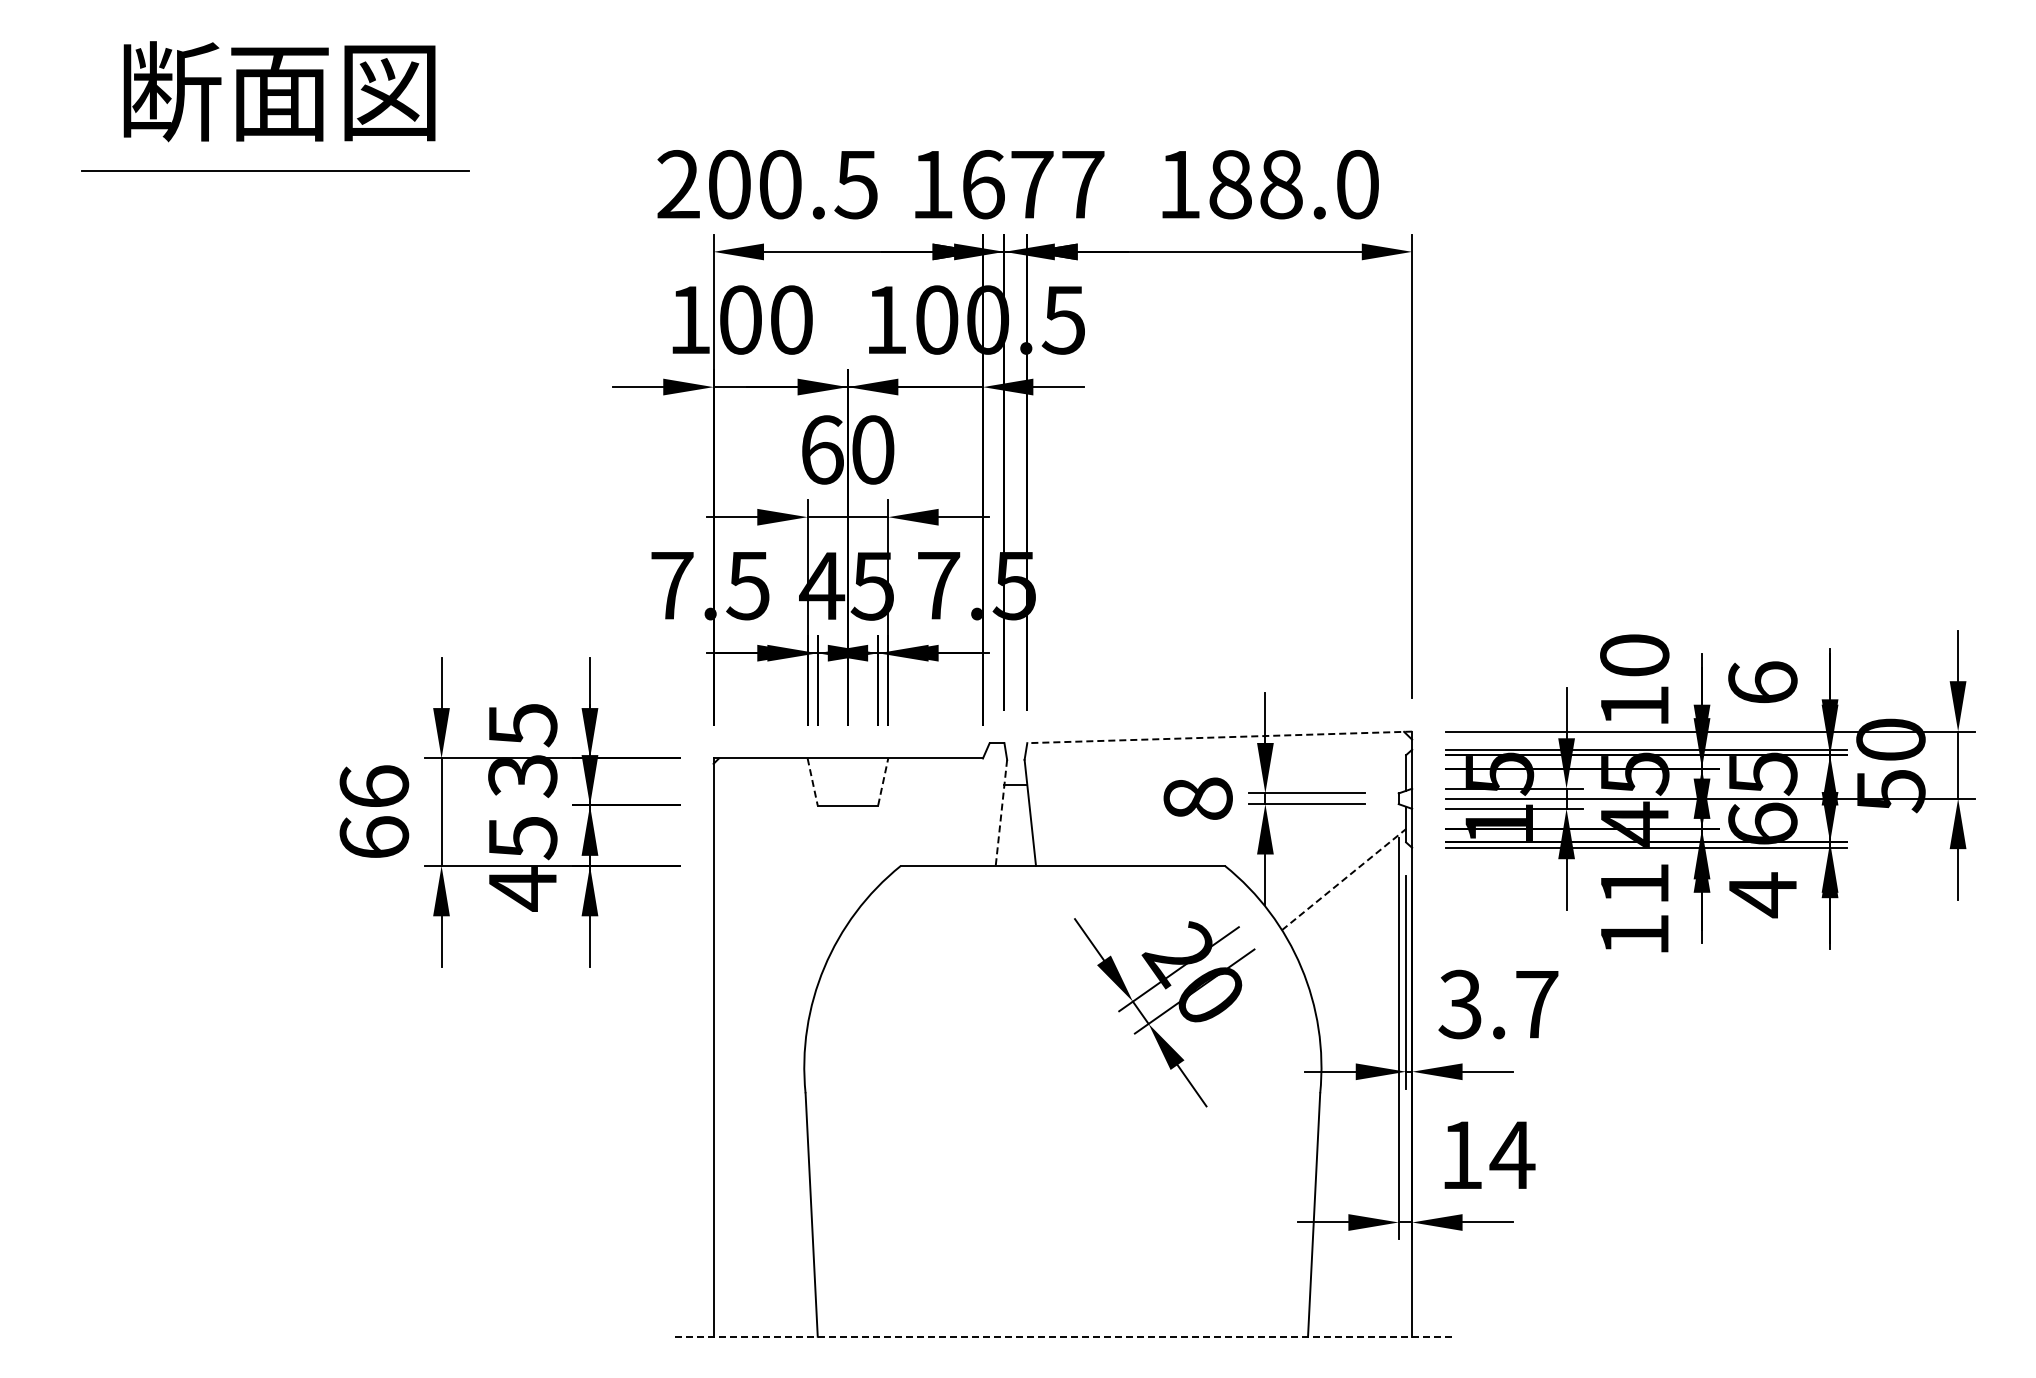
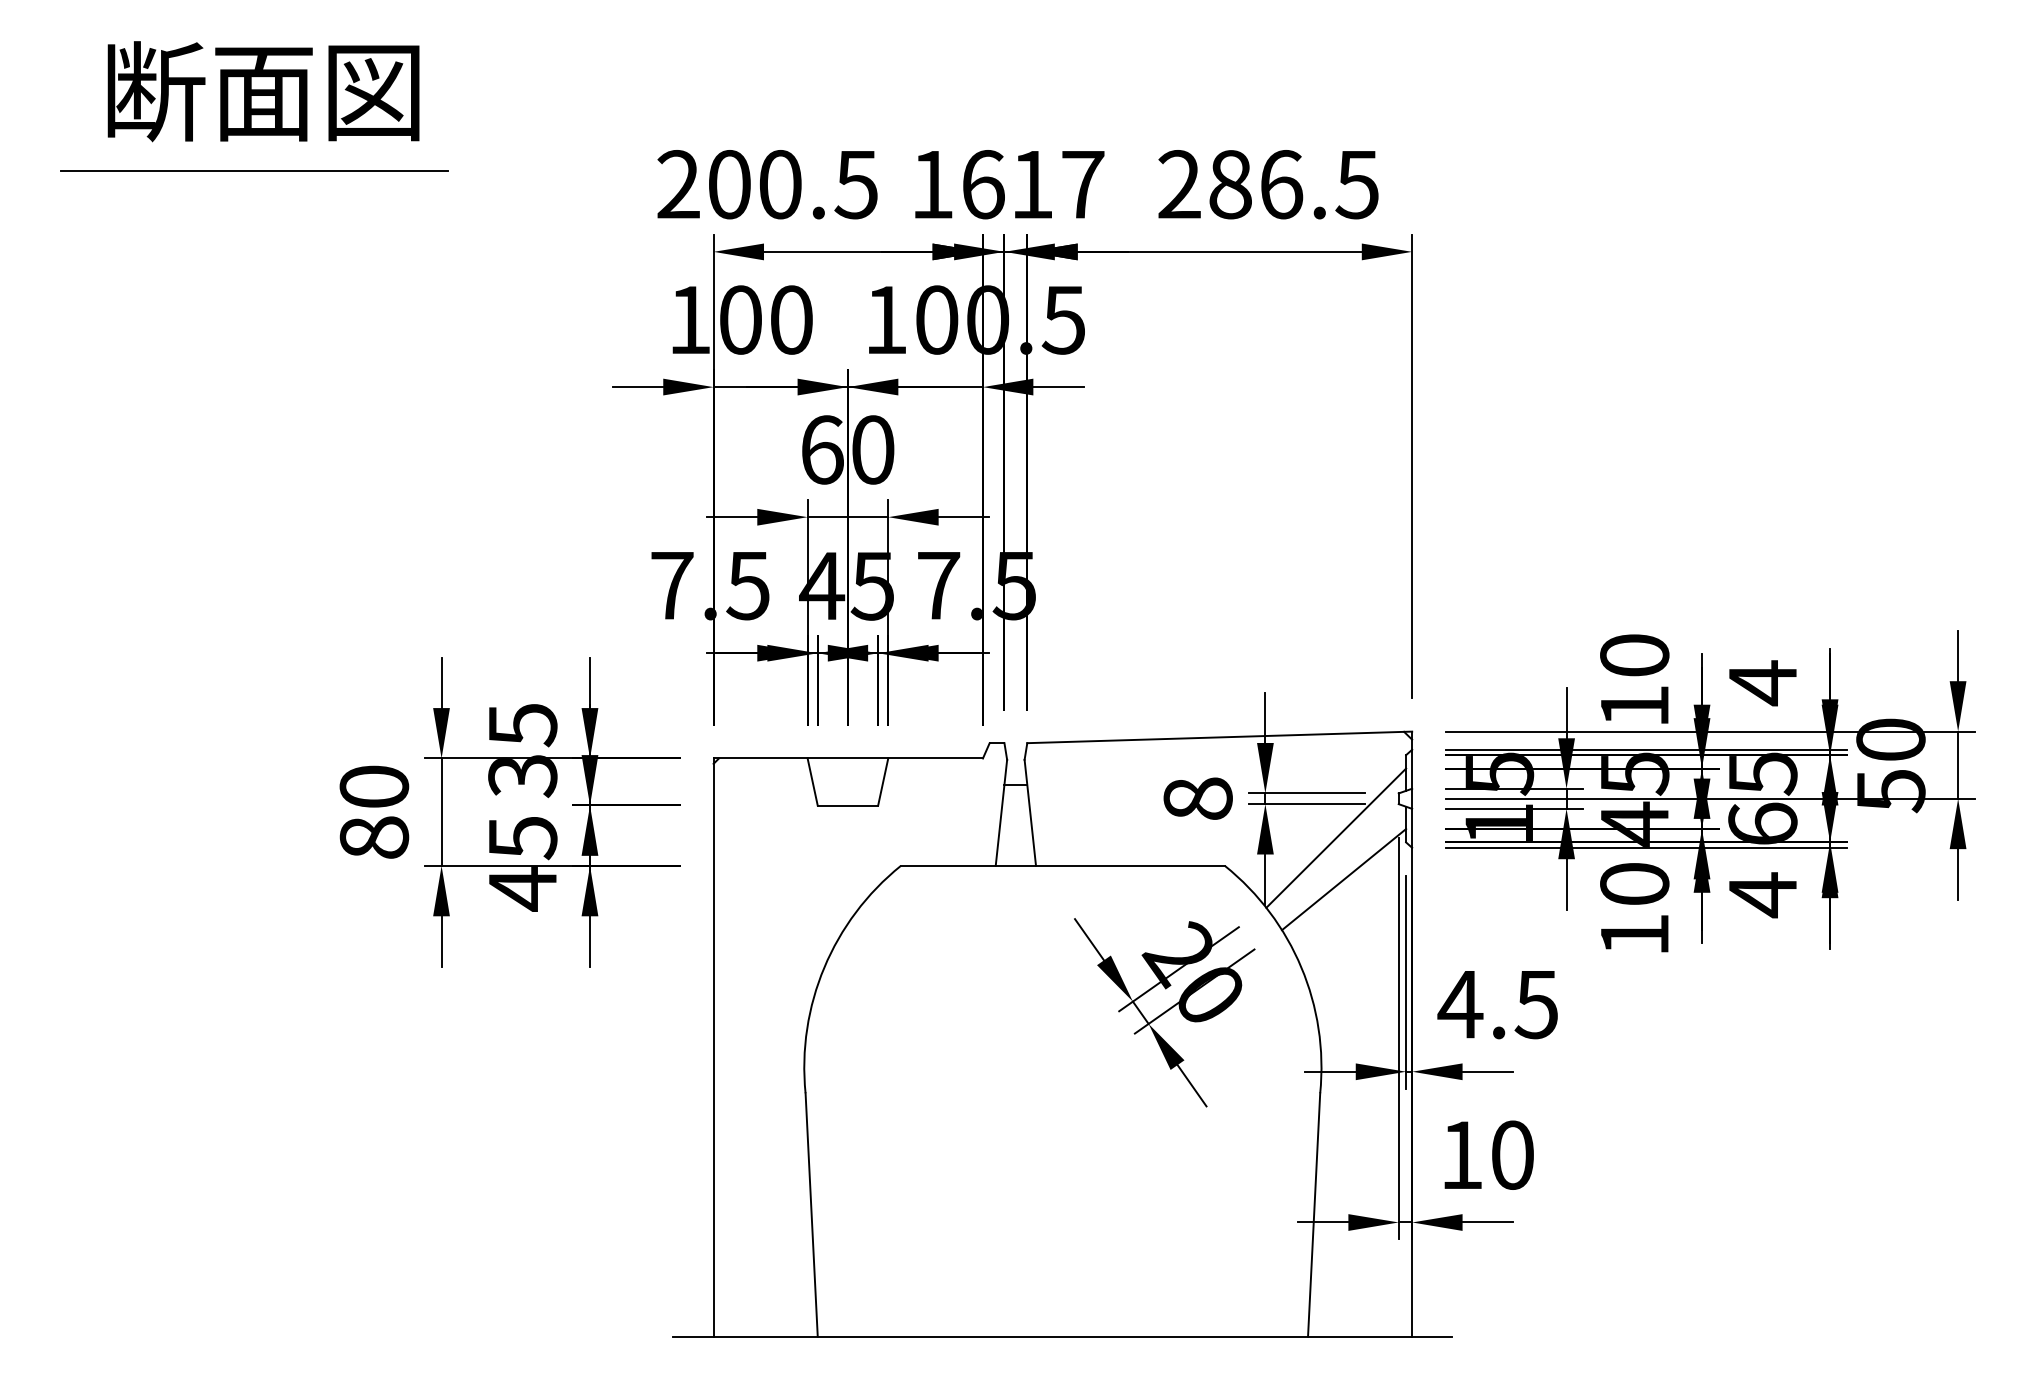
text at (279, 91) position: (279, 91) -> (263, 91)
line at (275, 170) position: (275, 170) -> (254, 170)
text at (1032, 184): 77 -> 17
text at (1268, 184): 188.0 -> 286.5
text at (1762, 683): 6 -> 4
line at (1219, 737): dashed -> solid
line at (883, 781): dashed -> solid
line at (812, 782): dashed -> solid
text at (374, 811): 66 -> 80
line at (1001, 813): dashed -> solid
line at (1336, 837): none -> present
line at (1344, 879): dashed -> solid
text at (1634, 883): 11 -> 10
text at (1497, 1004): 3.7 -> 4.5
text at (1512, 1154): 14 -> 10
line at (1062, 1336): dashed -> solid
